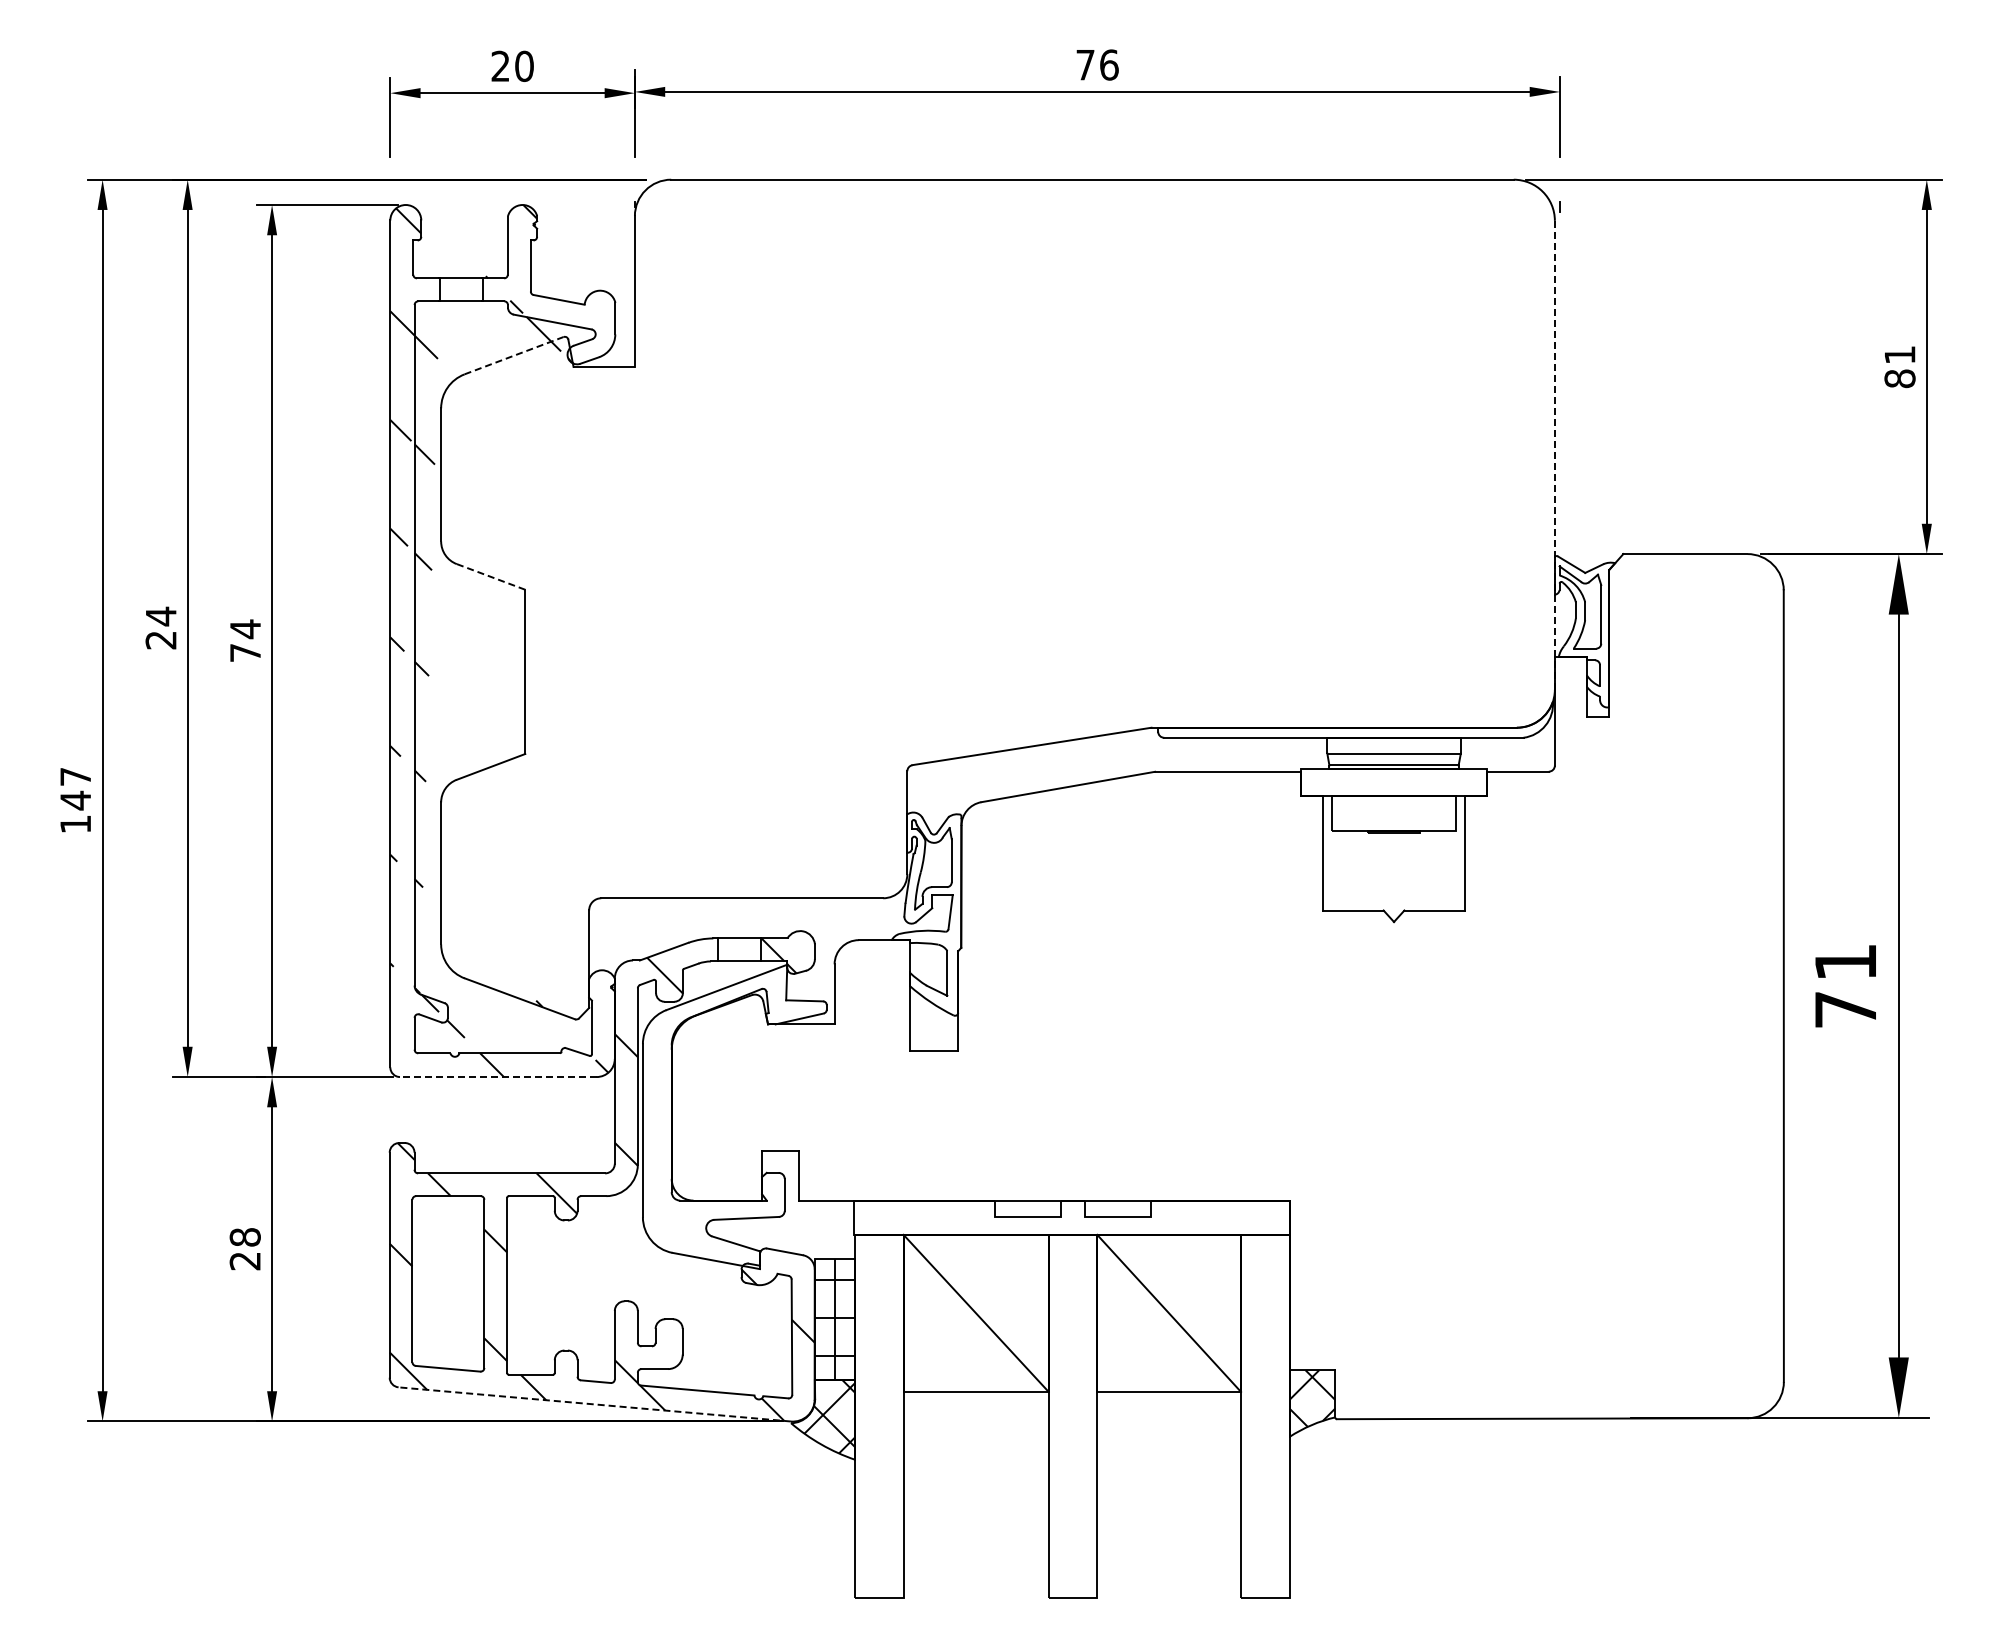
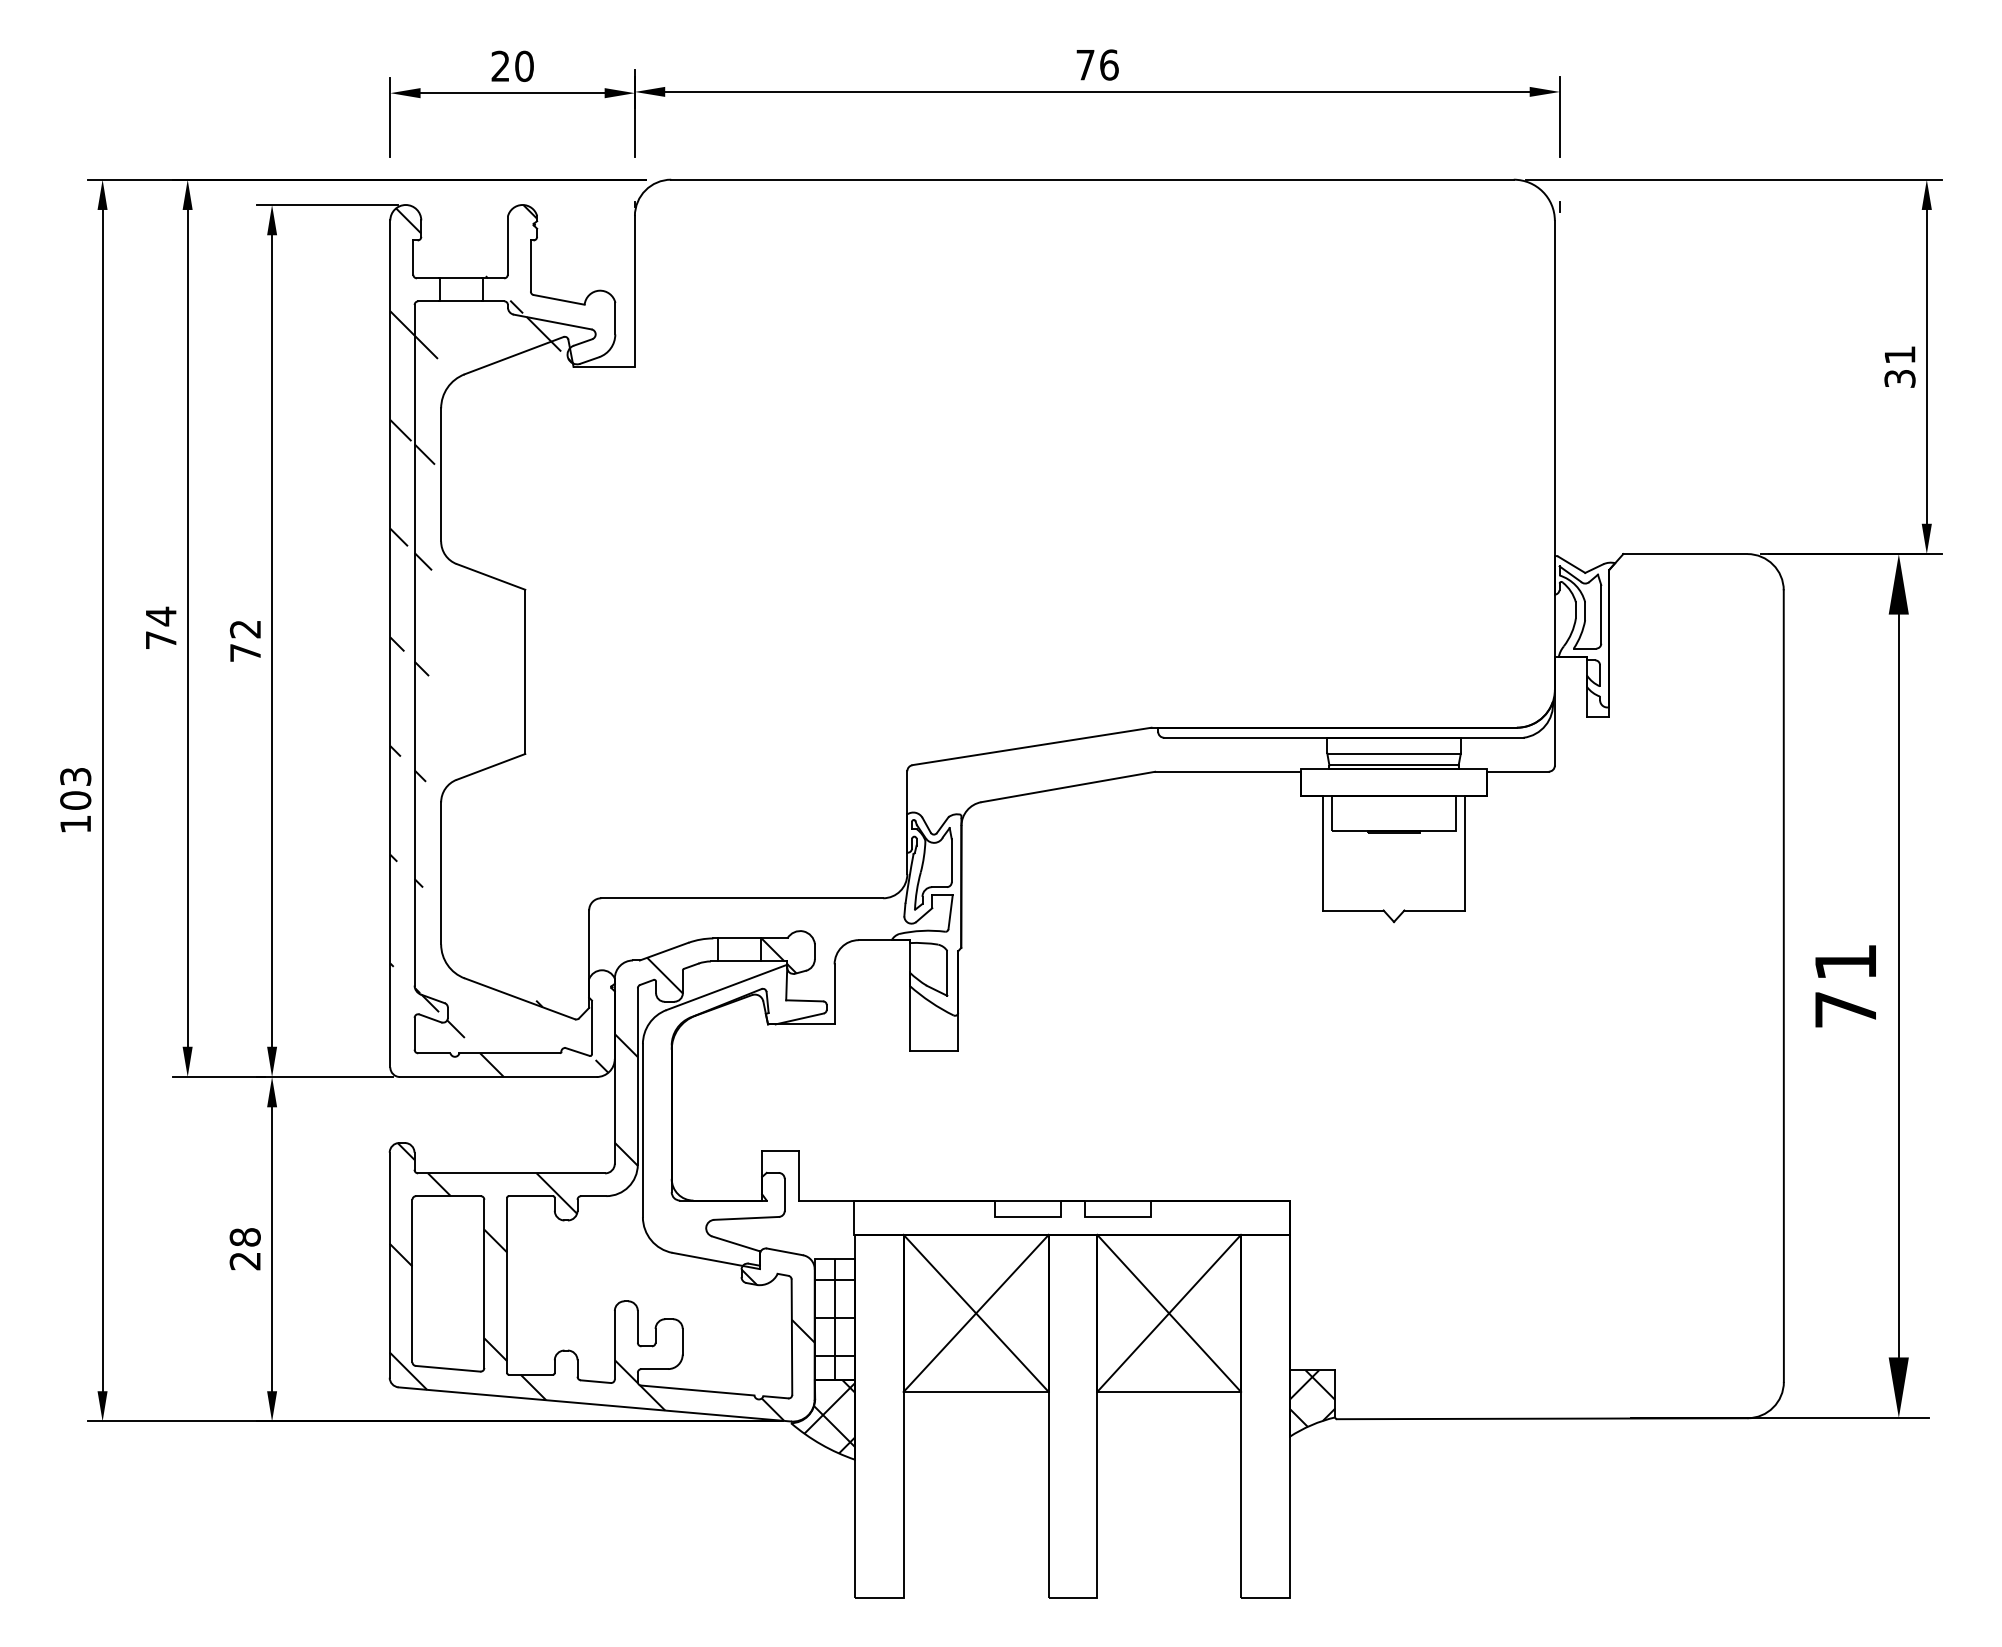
line at (514, 355): dashed -> solid
text at (1899, 378): 81 -> 31
line at (1554, 454): dashed -> solid
line at (491, 576): dashed -> solid
text at (244, 629): 74 -> 72
text at (160, 640): 24 -> 74
text at (75, 789): 147 -> 103
line at (497, 1077): dashed -> solid
line at (975, 1312): none -> present
line at (1169, 1312): none -> present
line at (594, 1404): dashed -> solid
